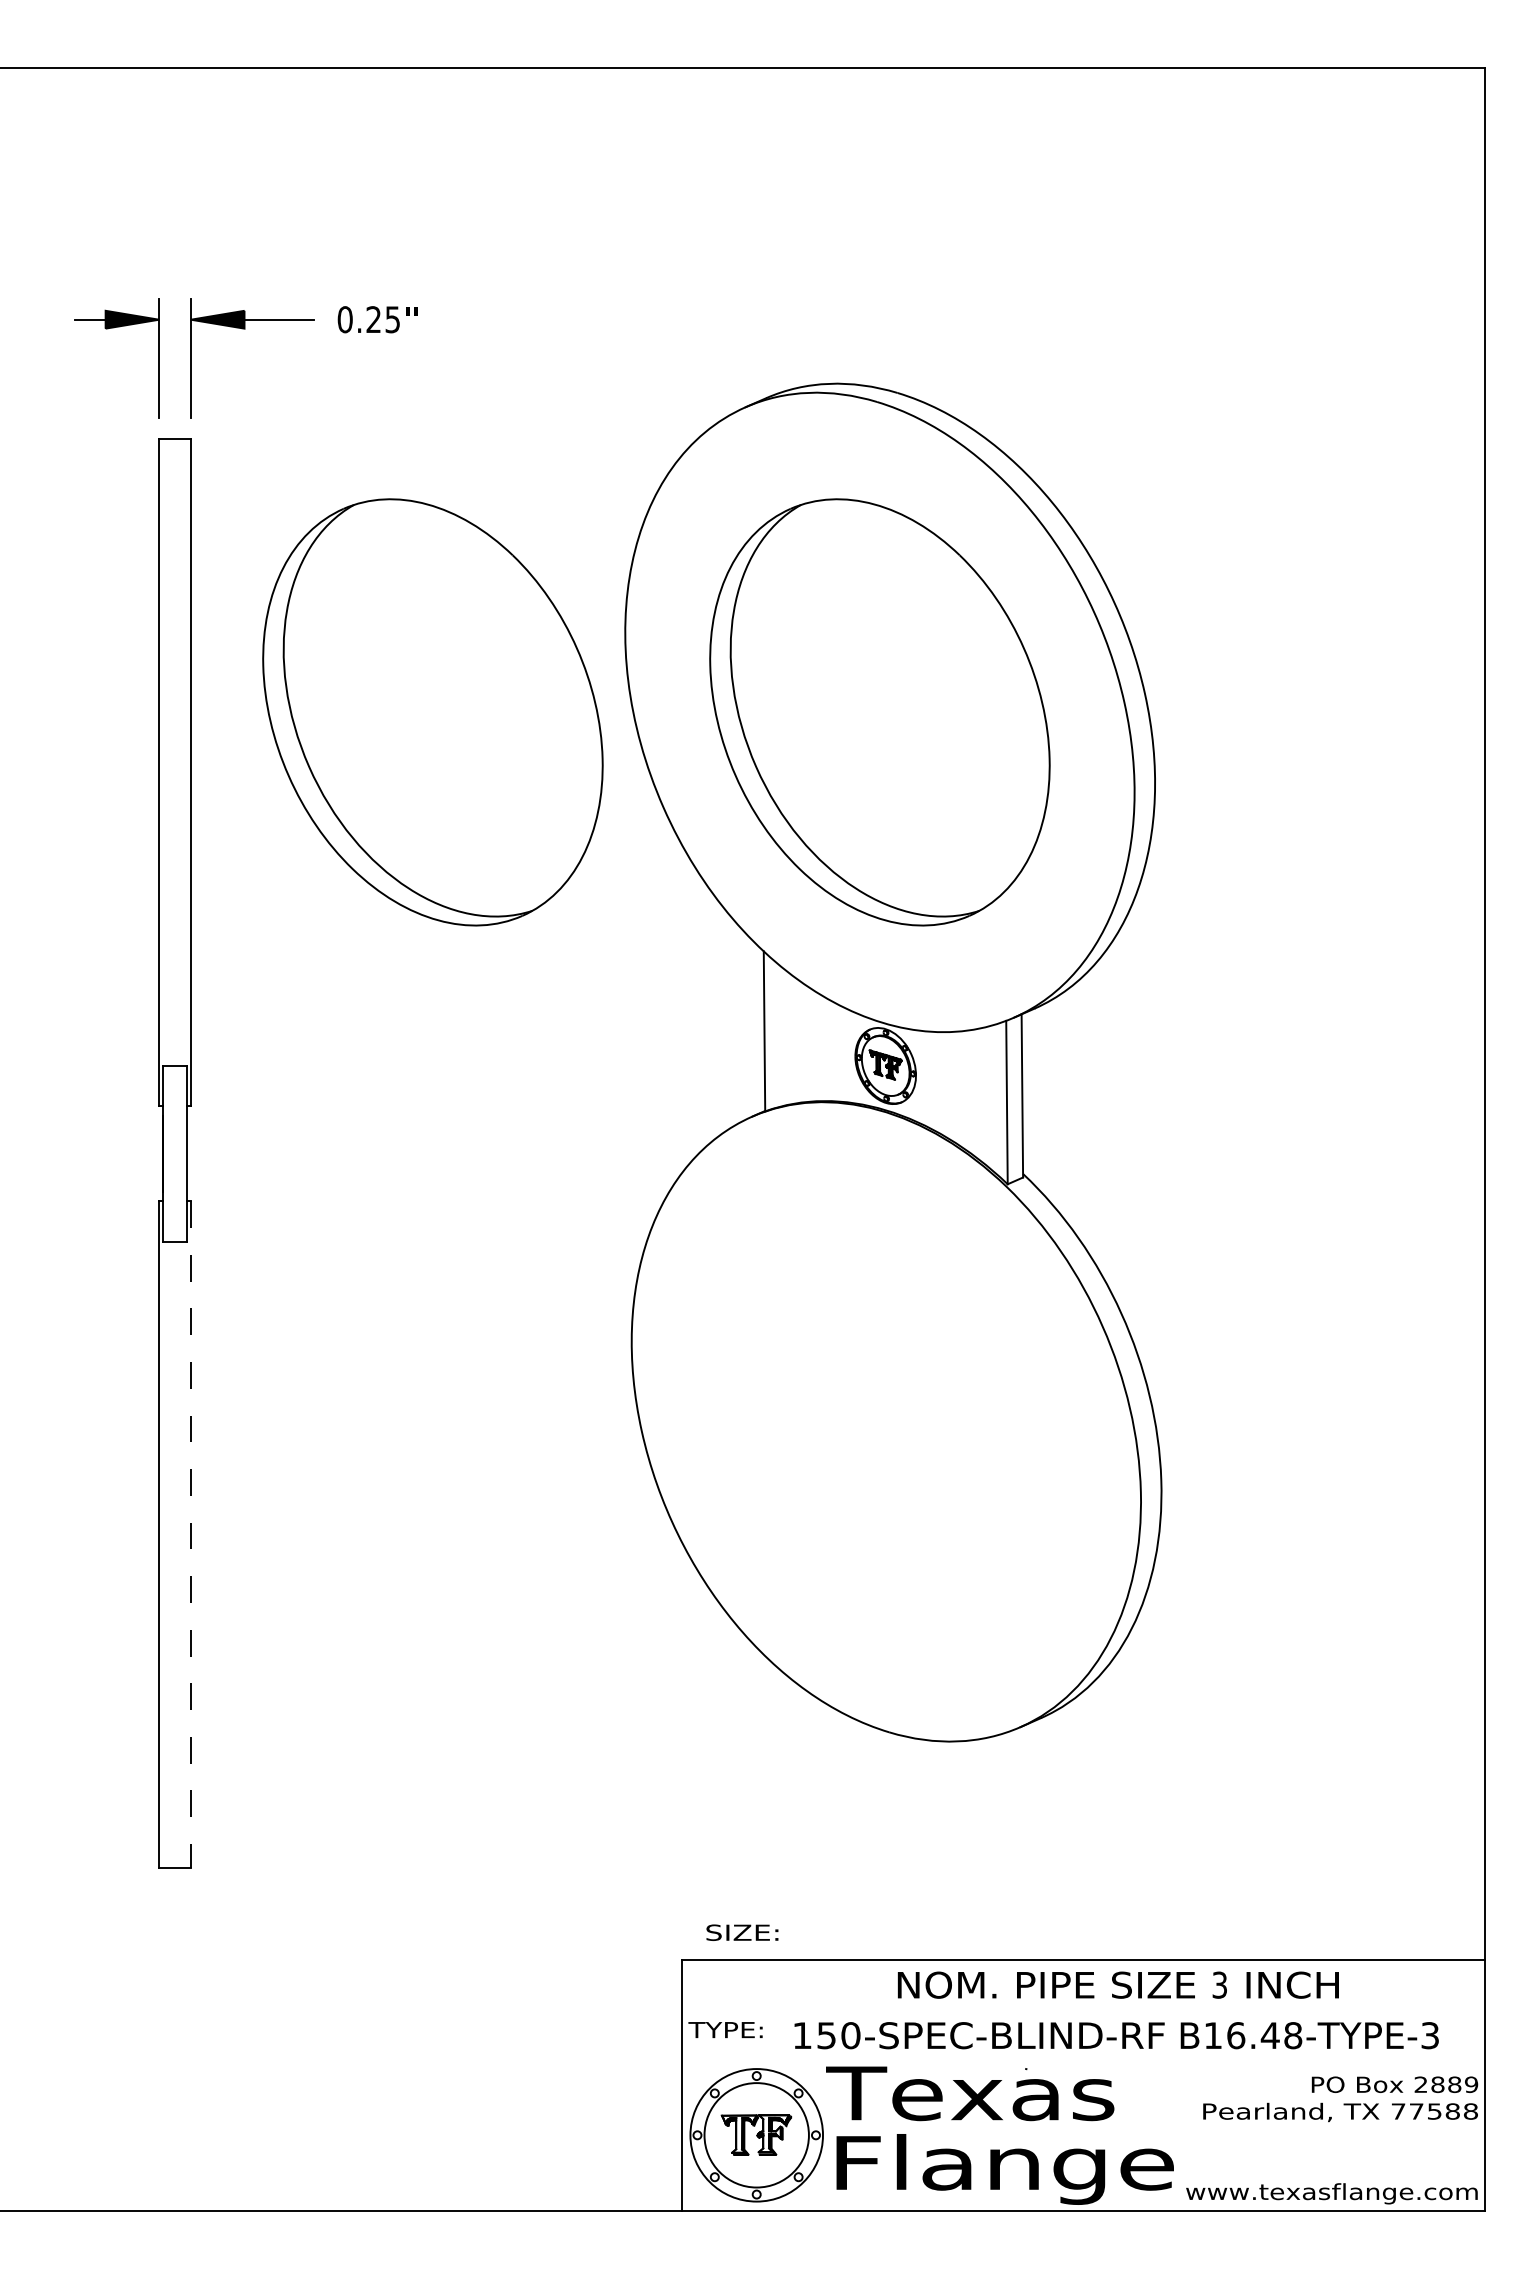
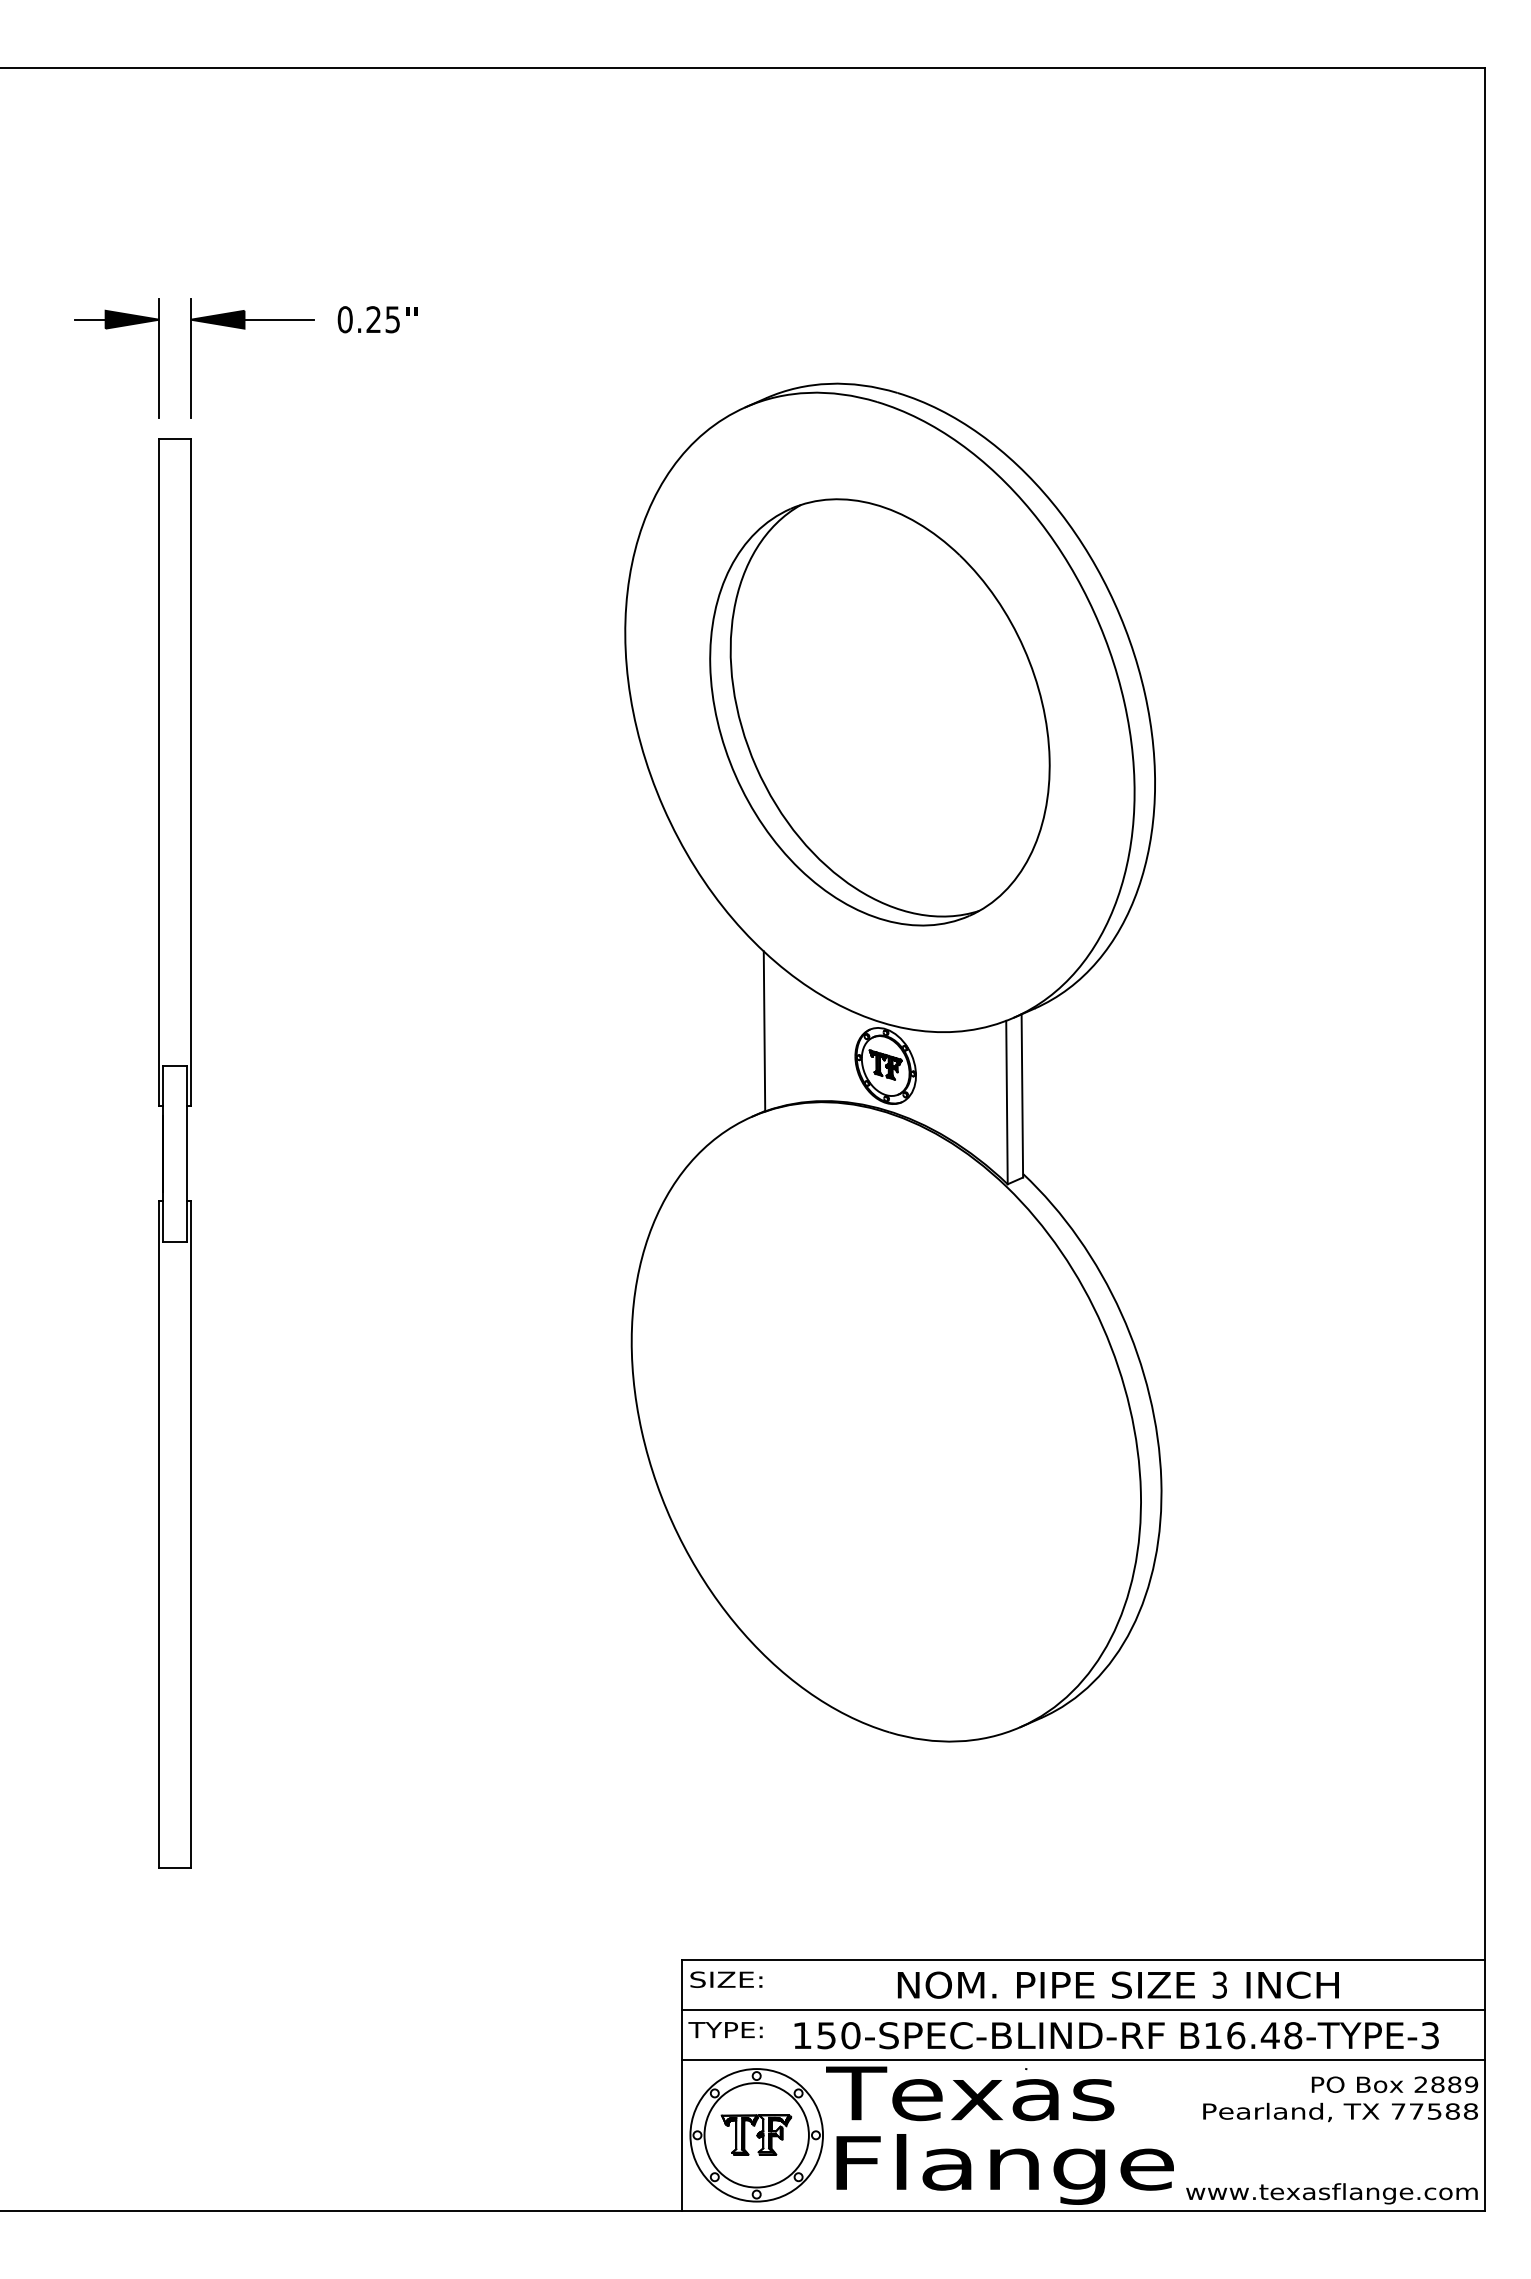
part at (432, 712): present -> none
line at (190, 1535): dashed -> solid
text at (742, 1932) position: (742, 1932) -> (726, 1979)
line at (1083, 2009): none -> present
line at (1083, 2060): none -> present
